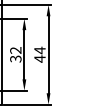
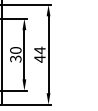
text at (15, 50): 32 -> 30
